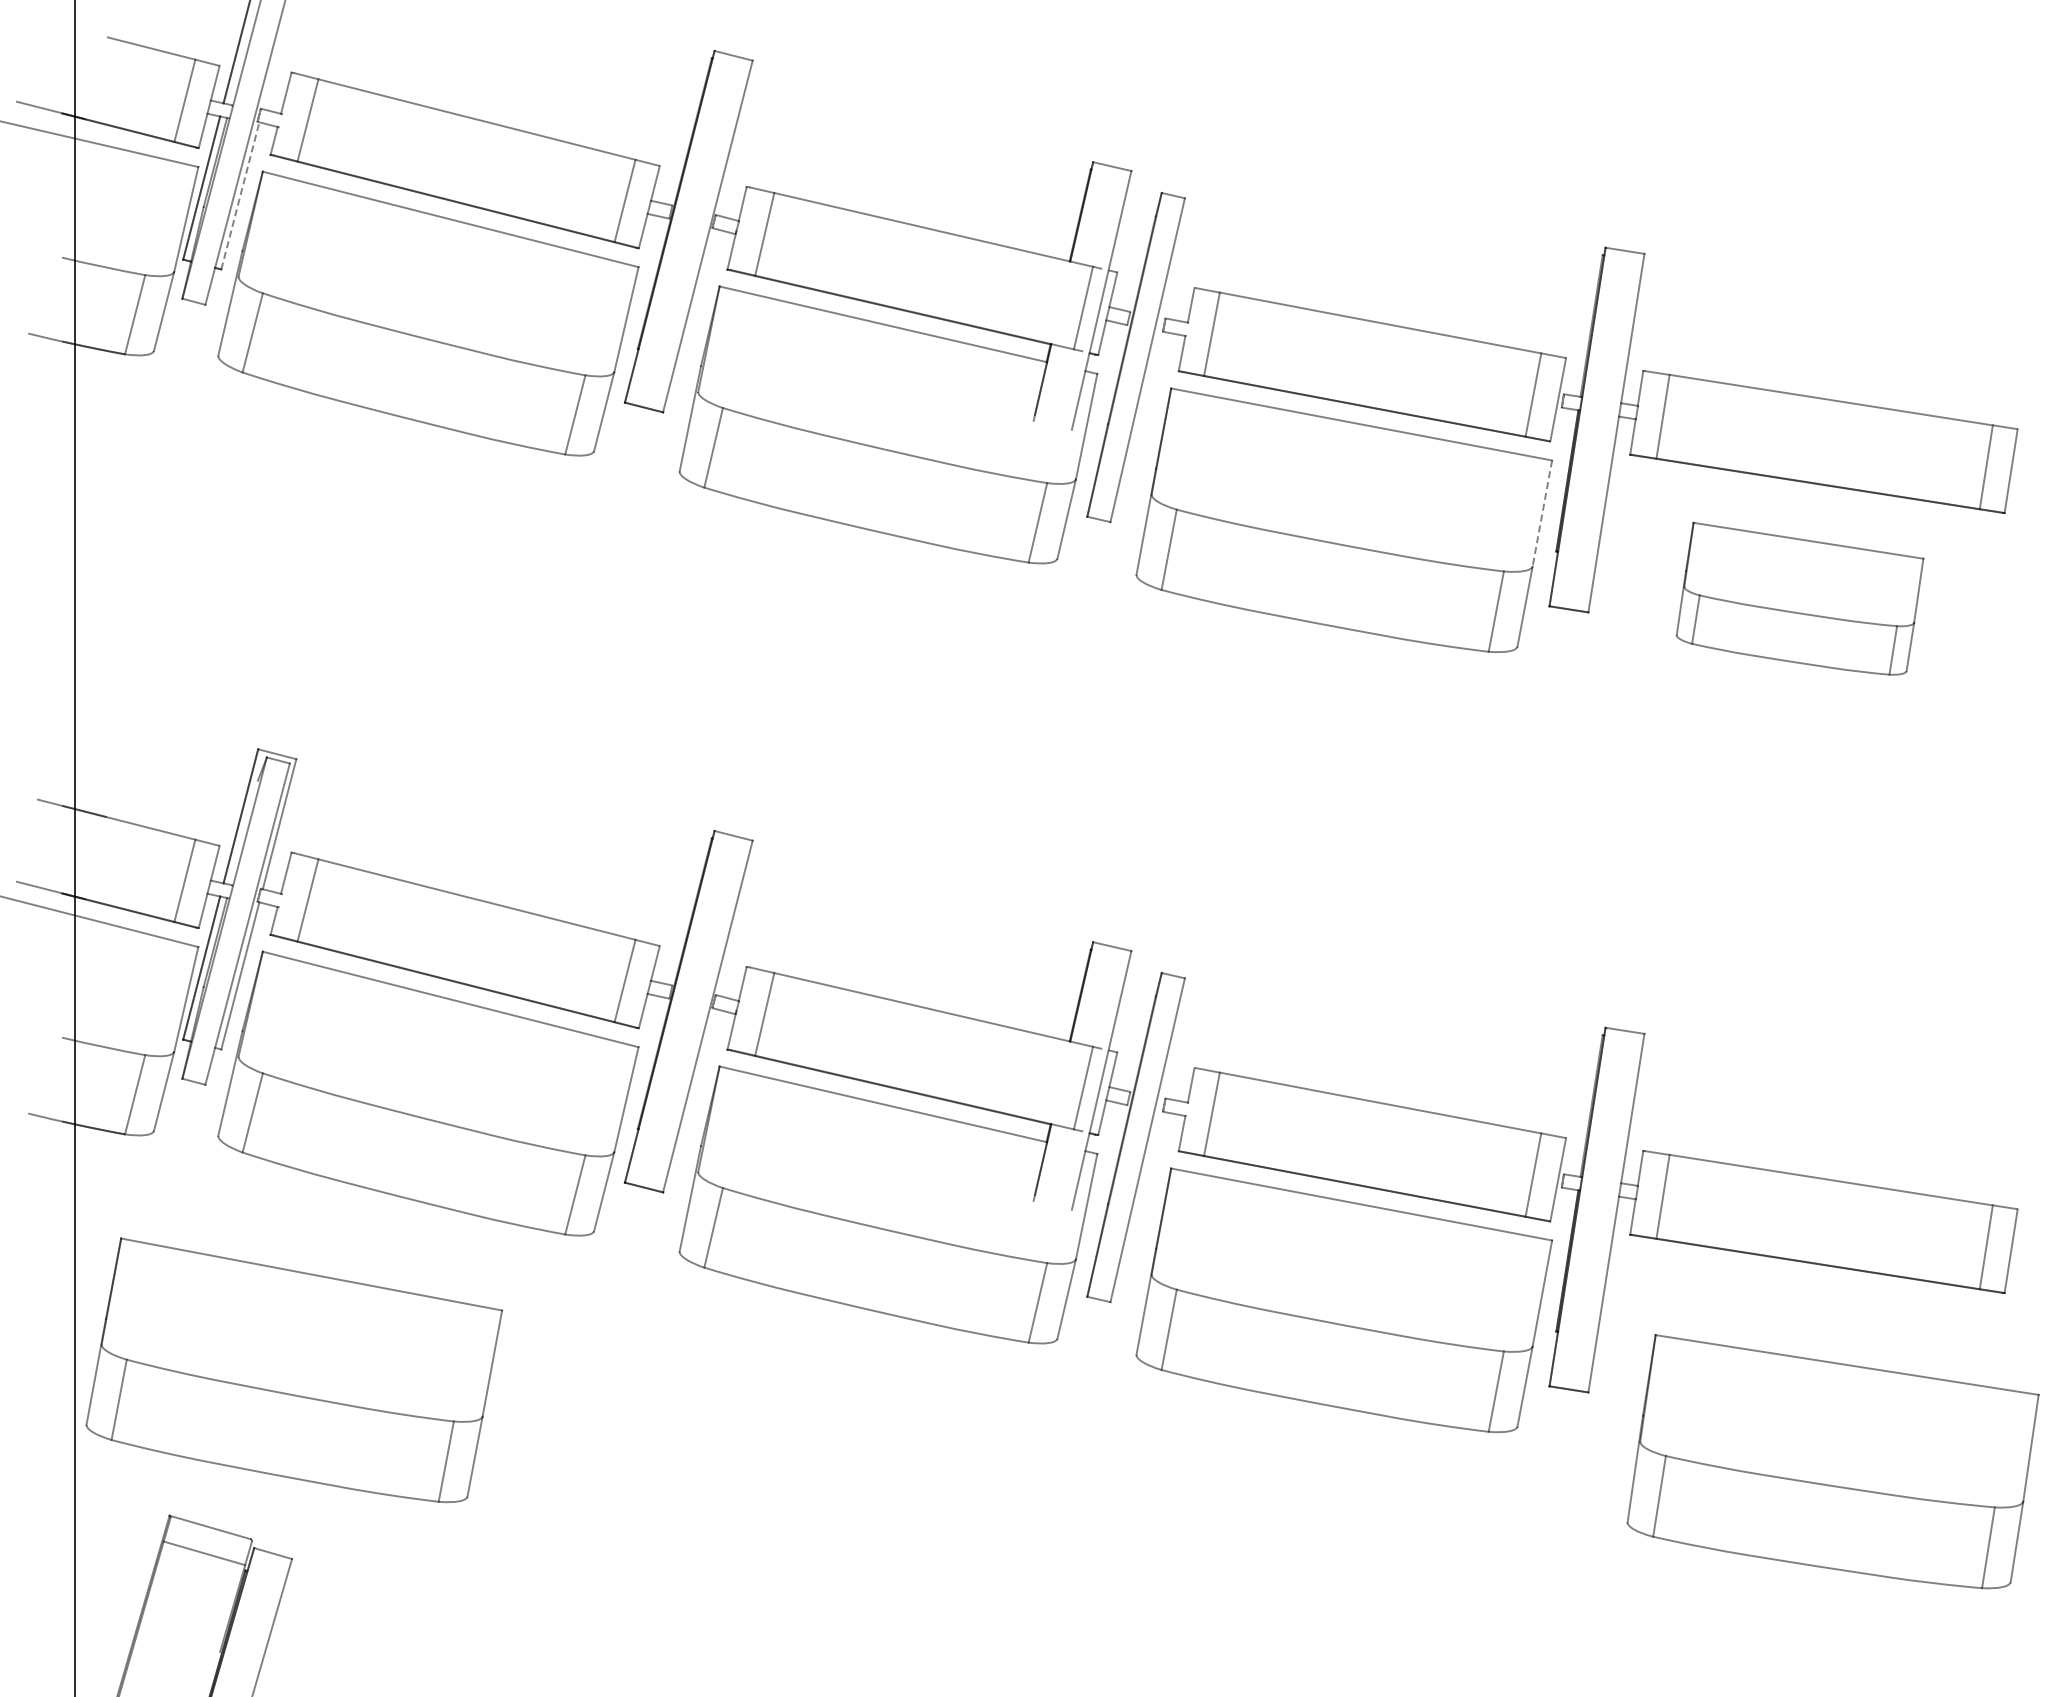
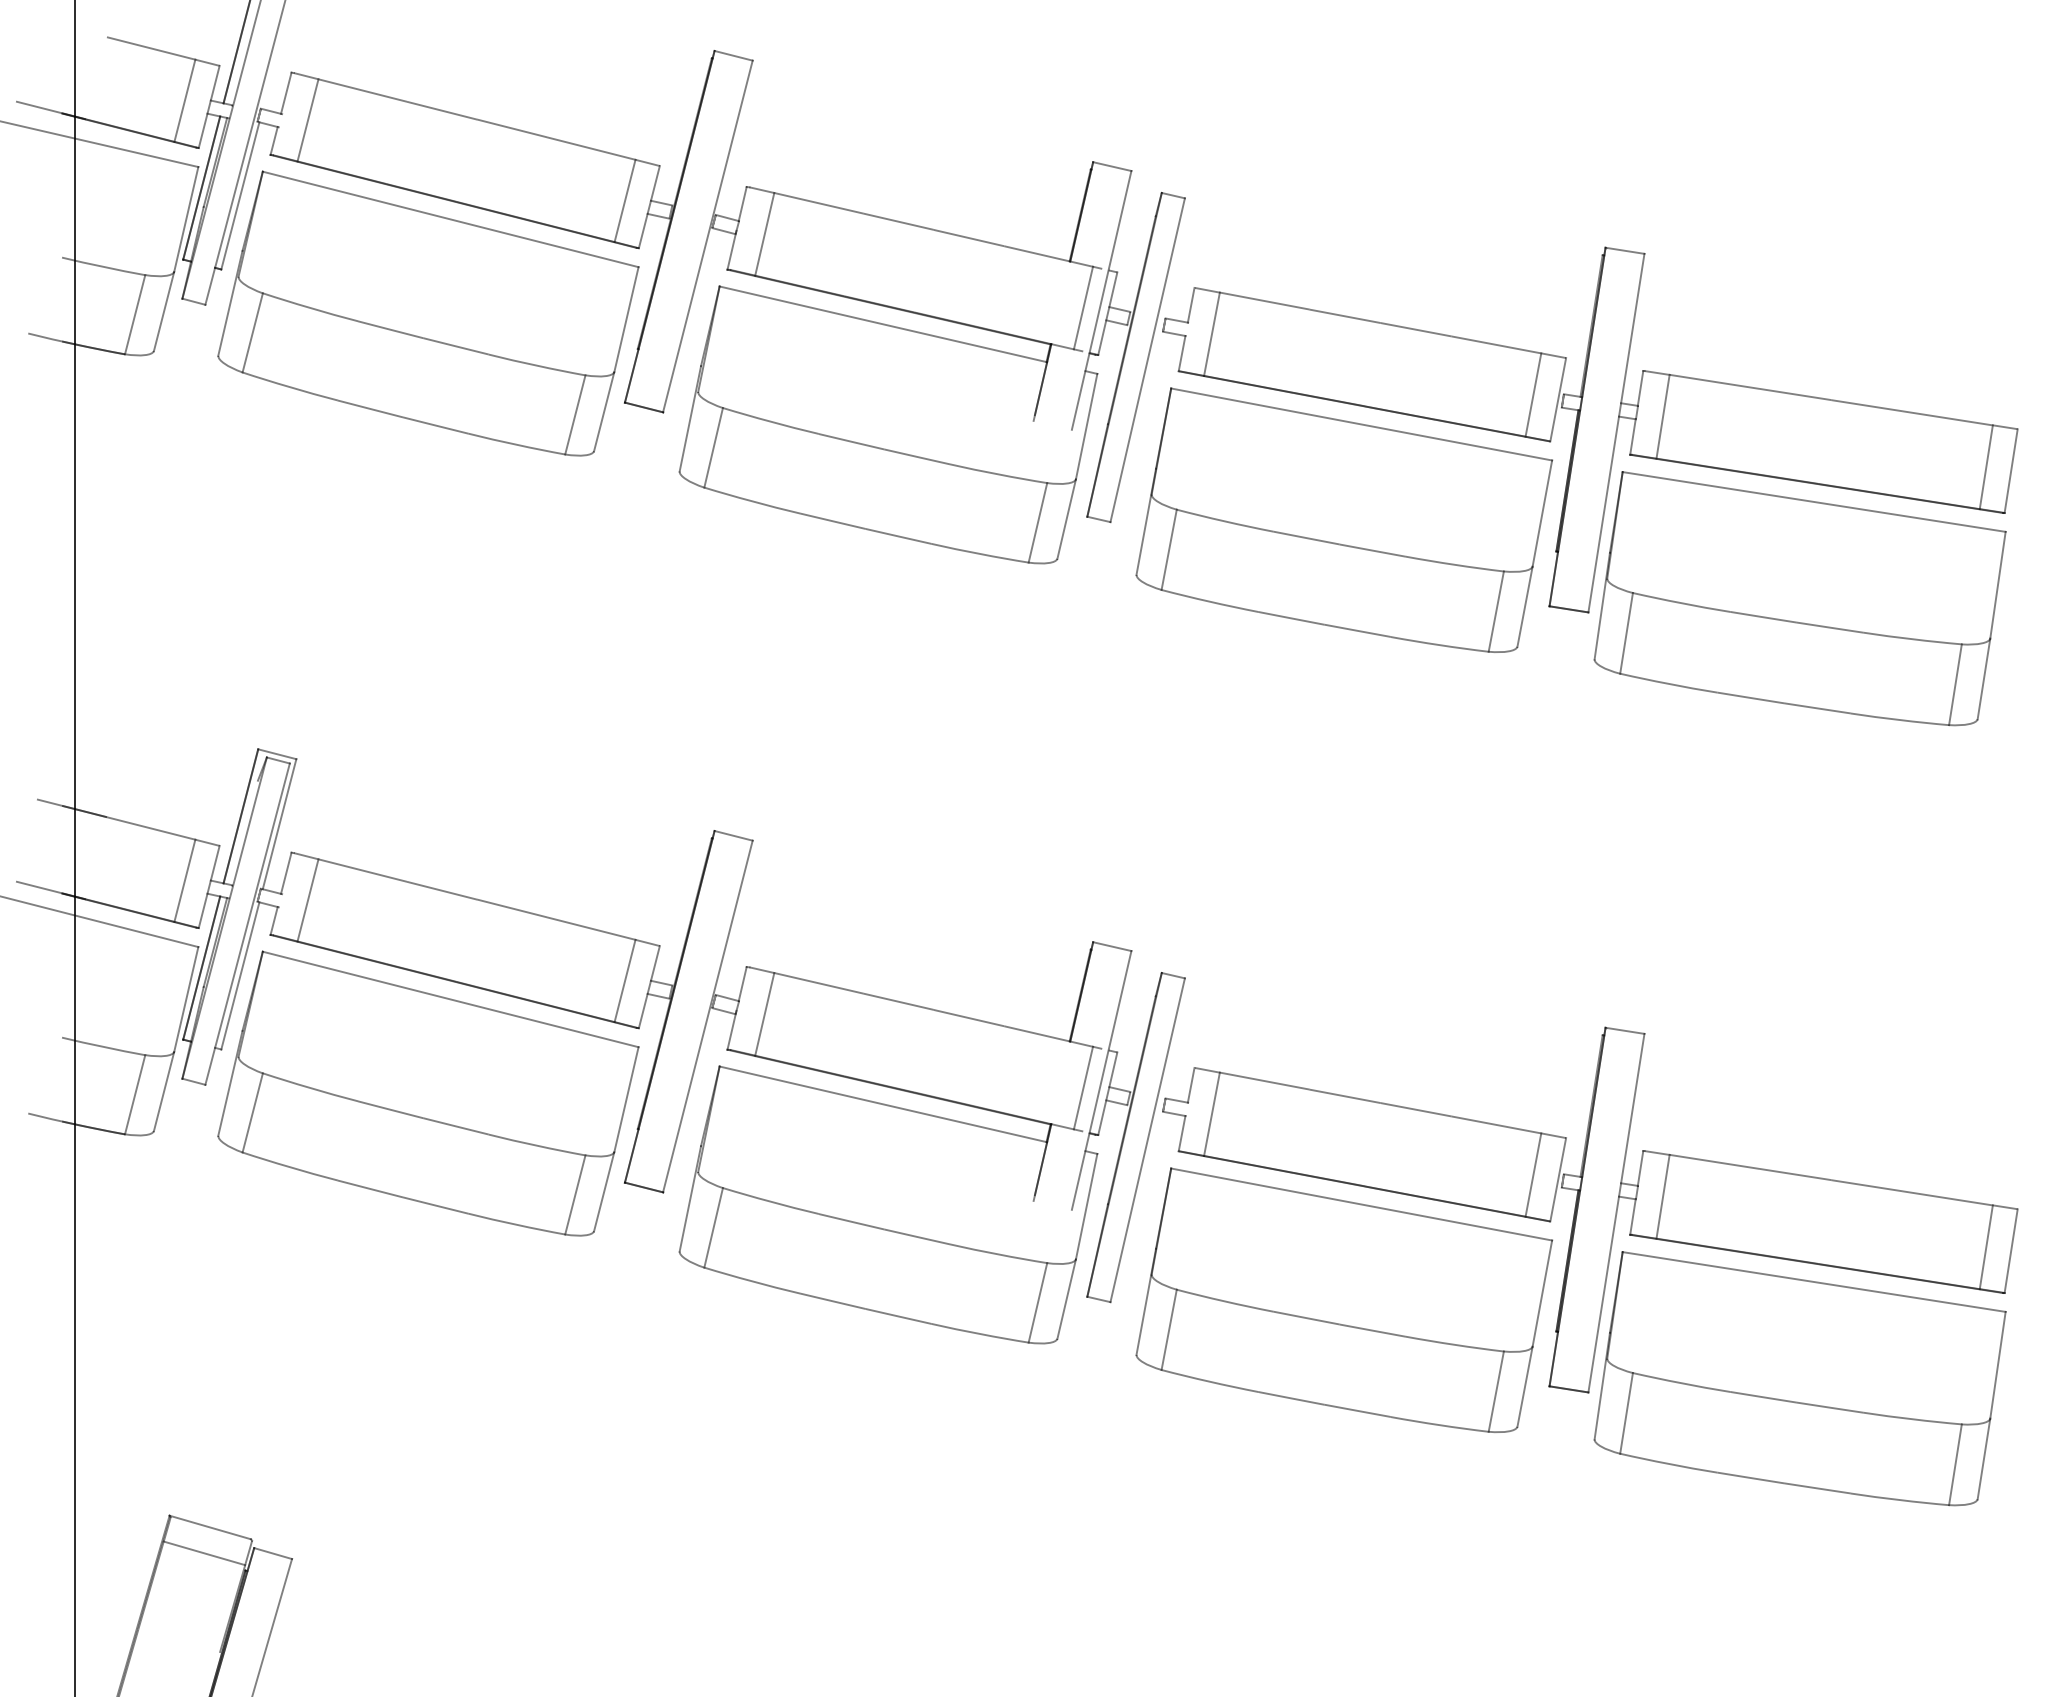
line at (240, 195): dashed -> solid
line at (1542, 513): dashed -> solid
part at (1799, 598) size: 250x155 px -> 414x256 px
part at (293, 1369): present -> none
part at (1832, 1461) position: (1832, 1461) -> (1799, 1378)
